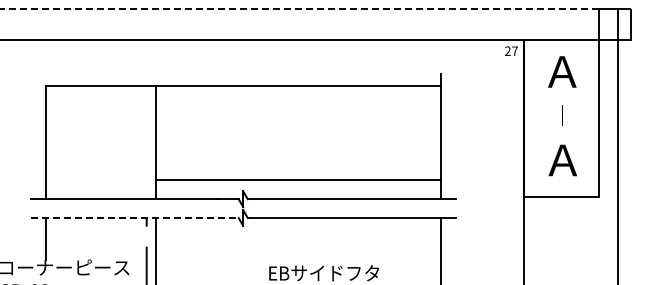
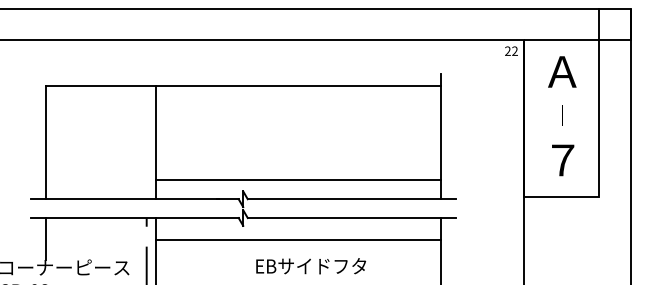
line at (299, 8): dashed -> solid
text at (514, 50): 27 -> 22
line at (617, 144) position: (617, 144) -> (630, 144)
text at (562, 160): Ａ -> ７
line at (135, 218): dashed -> solid
line at (298, 239): none -> present
text at (324, 273) position: (324, 273) -> (311, 266)
